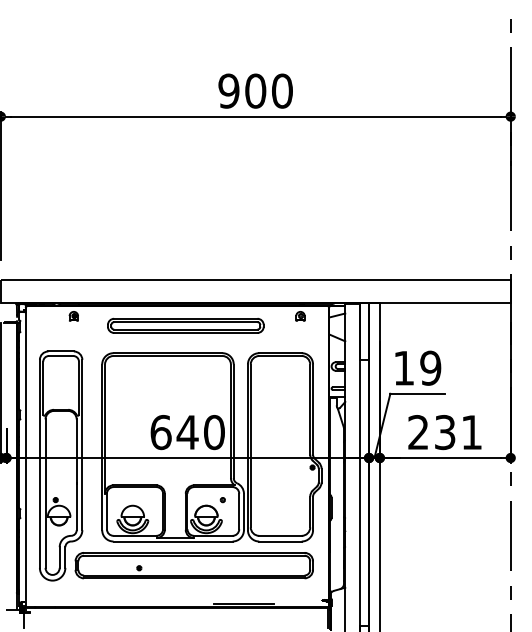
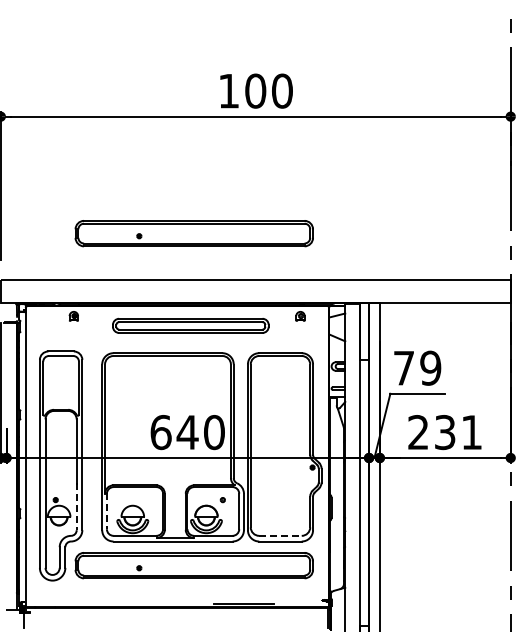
text at (228, 90): 900 -> 100
part at (193, 233): none -> present
part at (185, 325) position: (185, 325) -> (190, 325)
text at (403, 368): 19 -> 79
line at (76, 506): solid -> dashed
line at (106, 511): solid -> dashed
line at (280, 535): solid -> dashed
